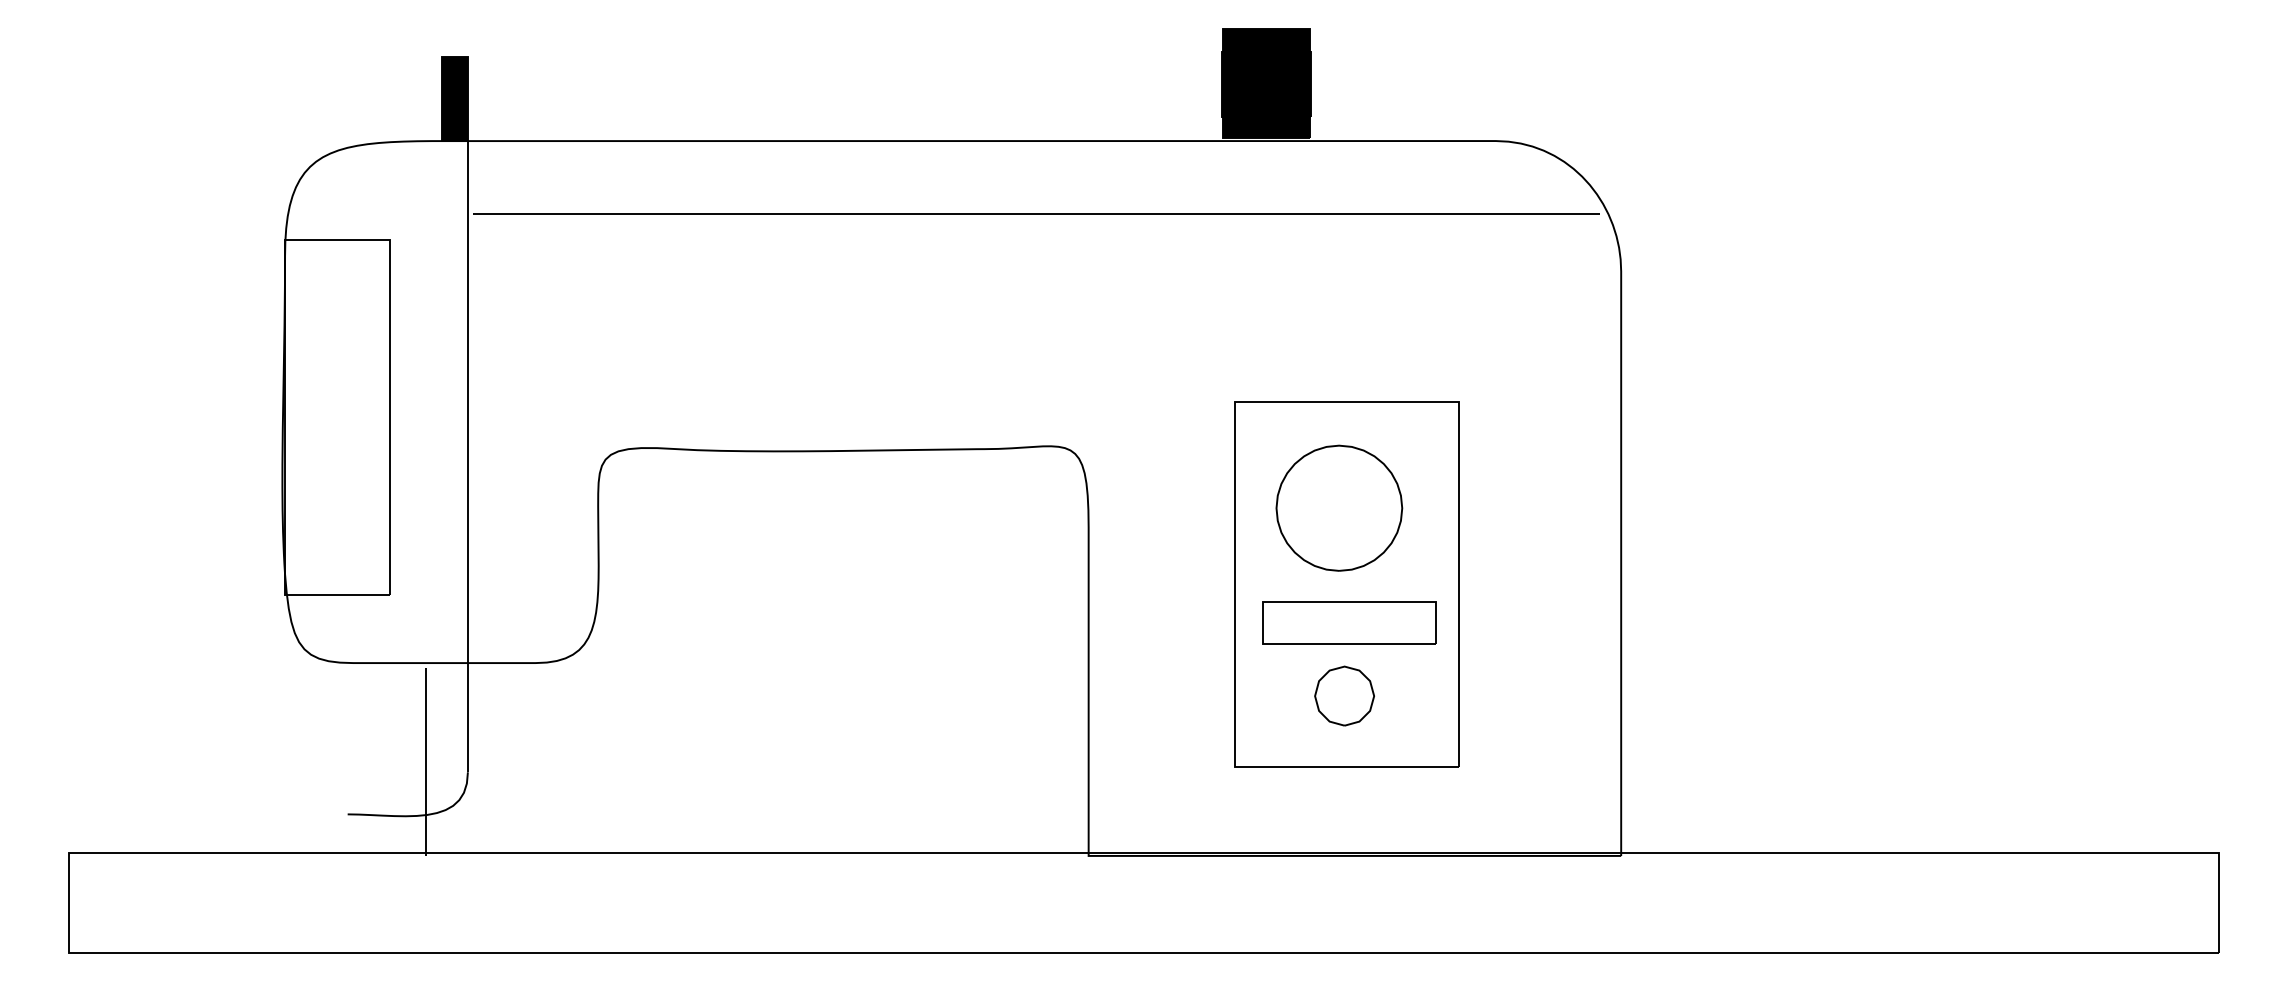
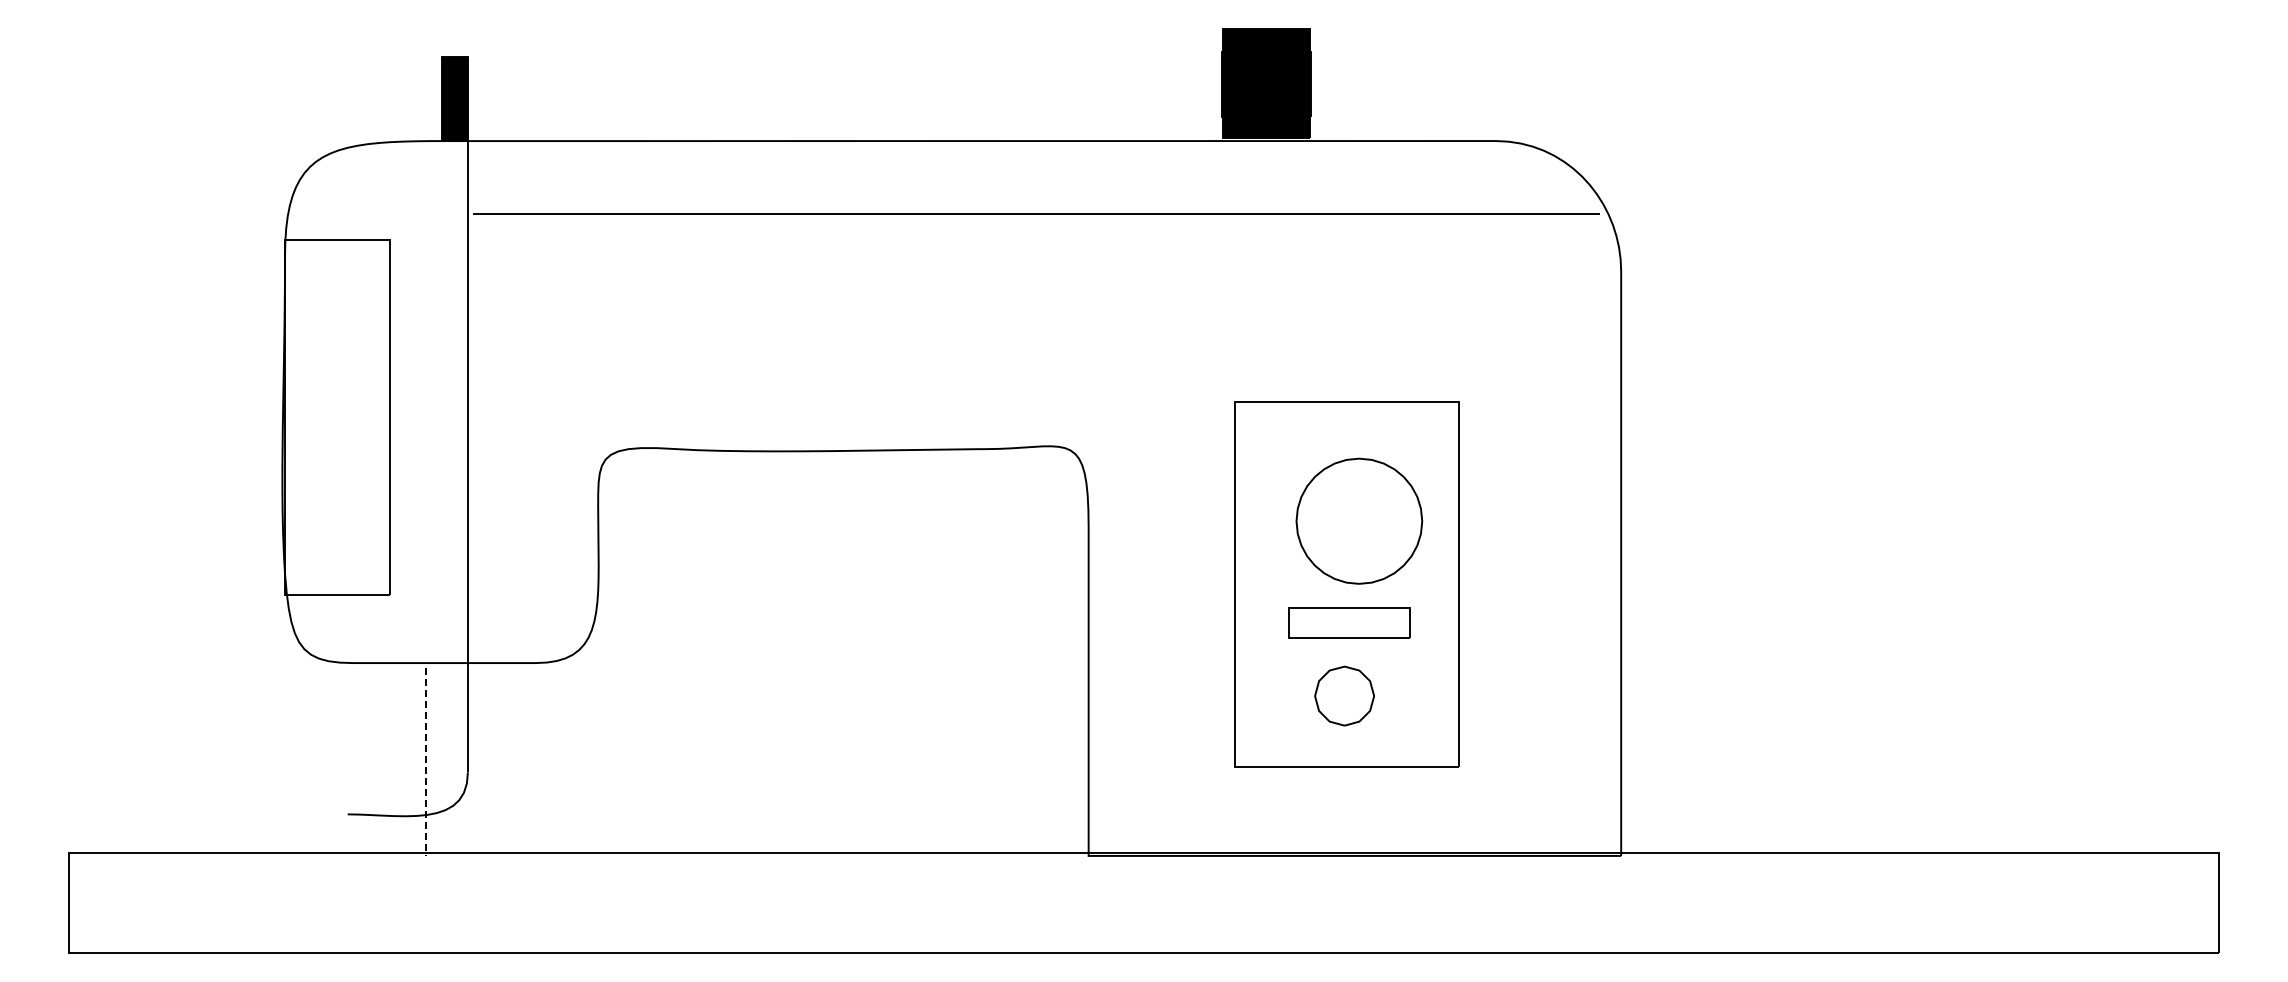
part at (1339, 507) position: (1339, 507) -> (1359, 520)
part at (1349, 622) size: 175x44 px -> 123x32 px
line at (426, 762): solid -> dashed
